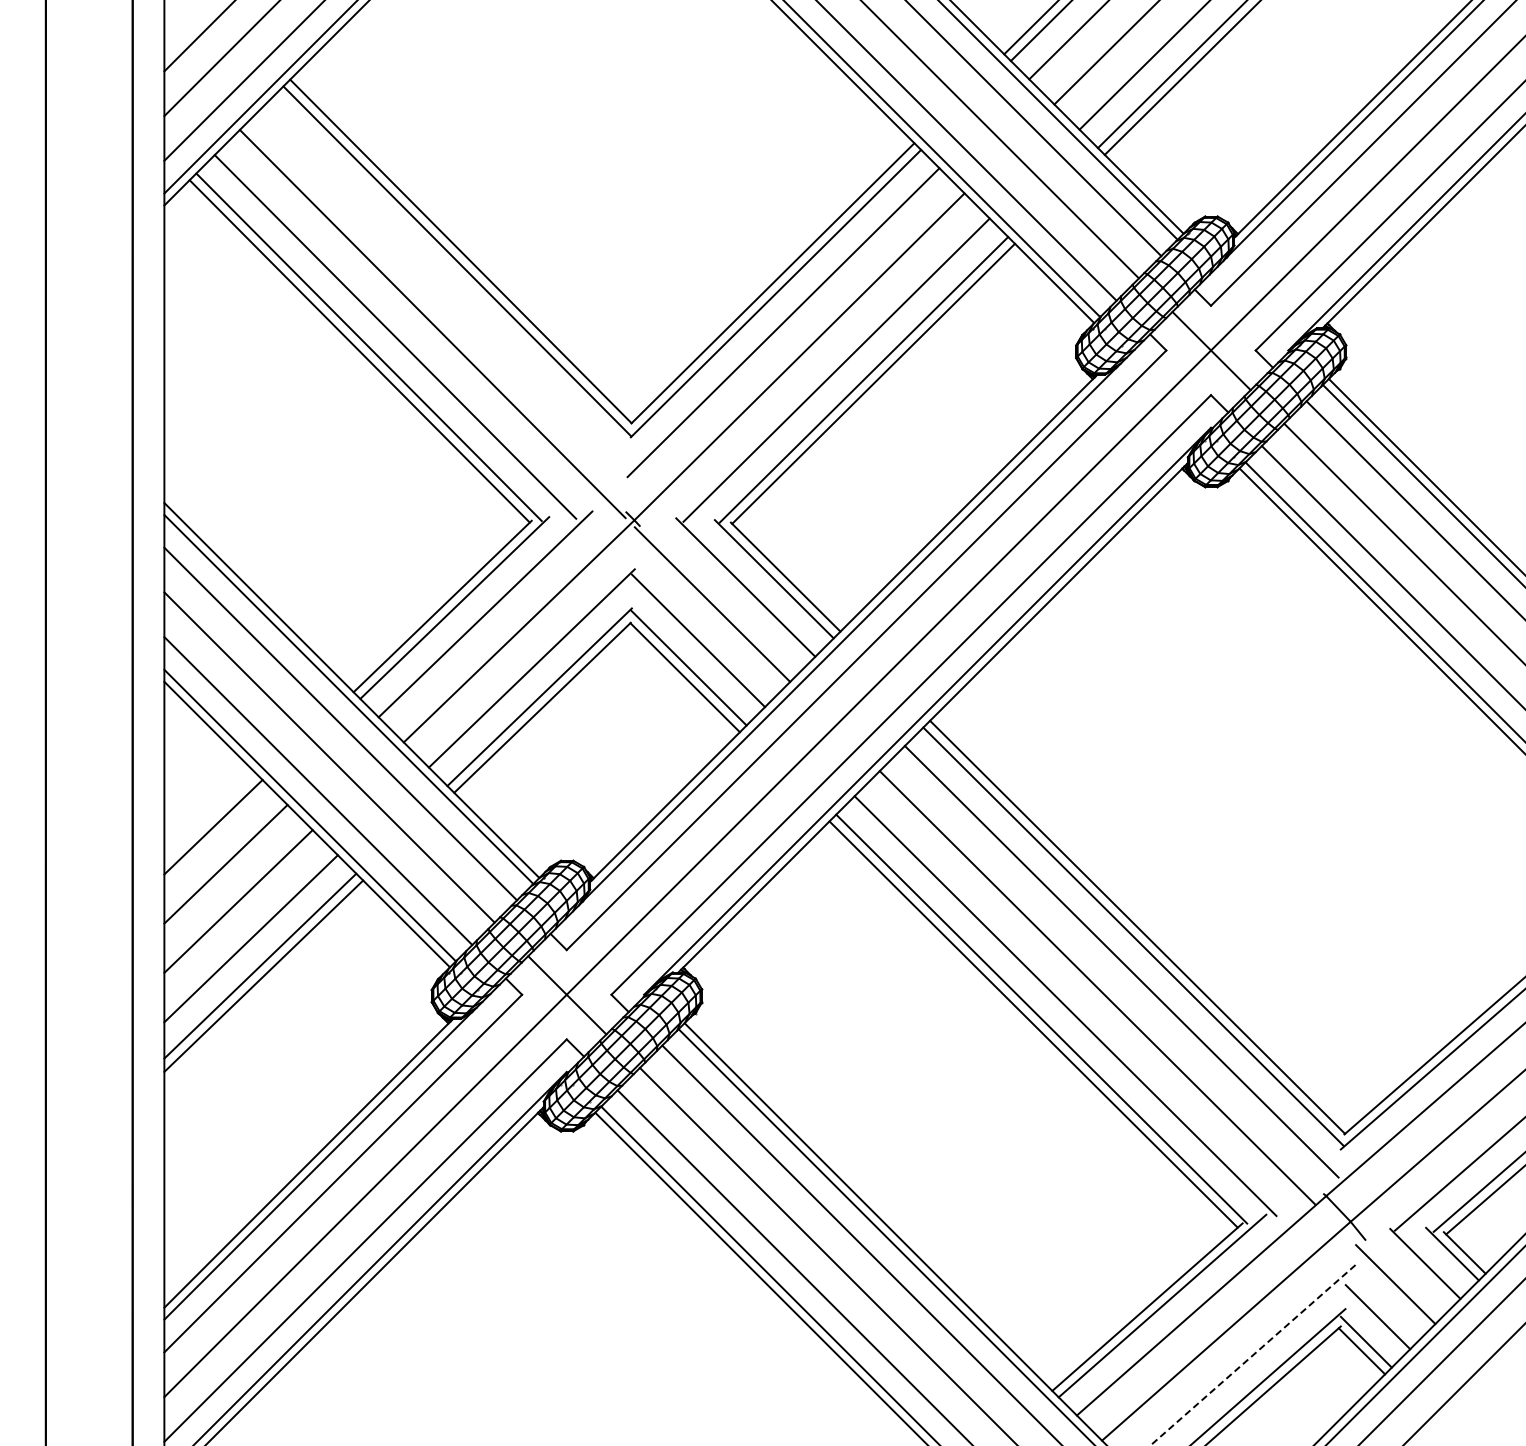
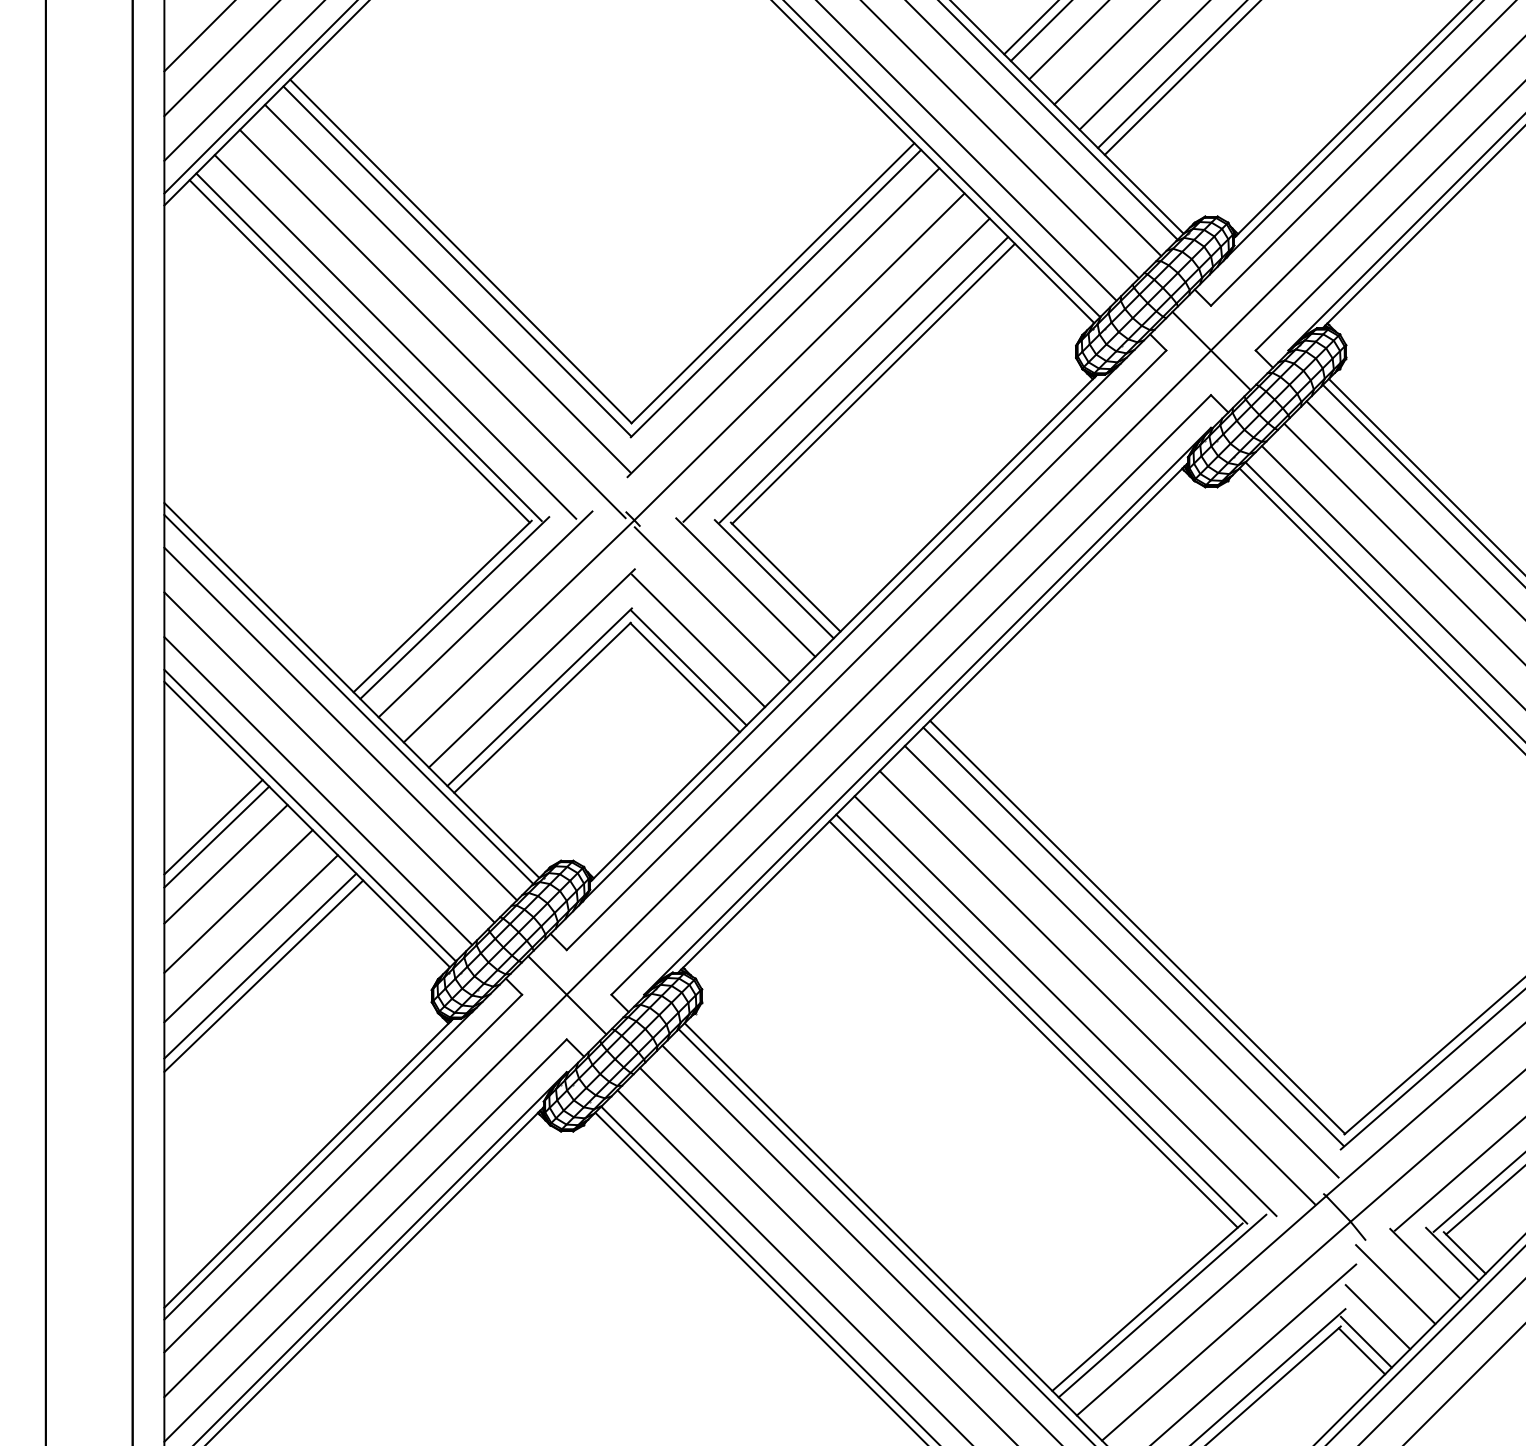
line at (447, 288): none -> present
line at (216, 836): none -> present
line at (1253, 1354): dashed -> solid
